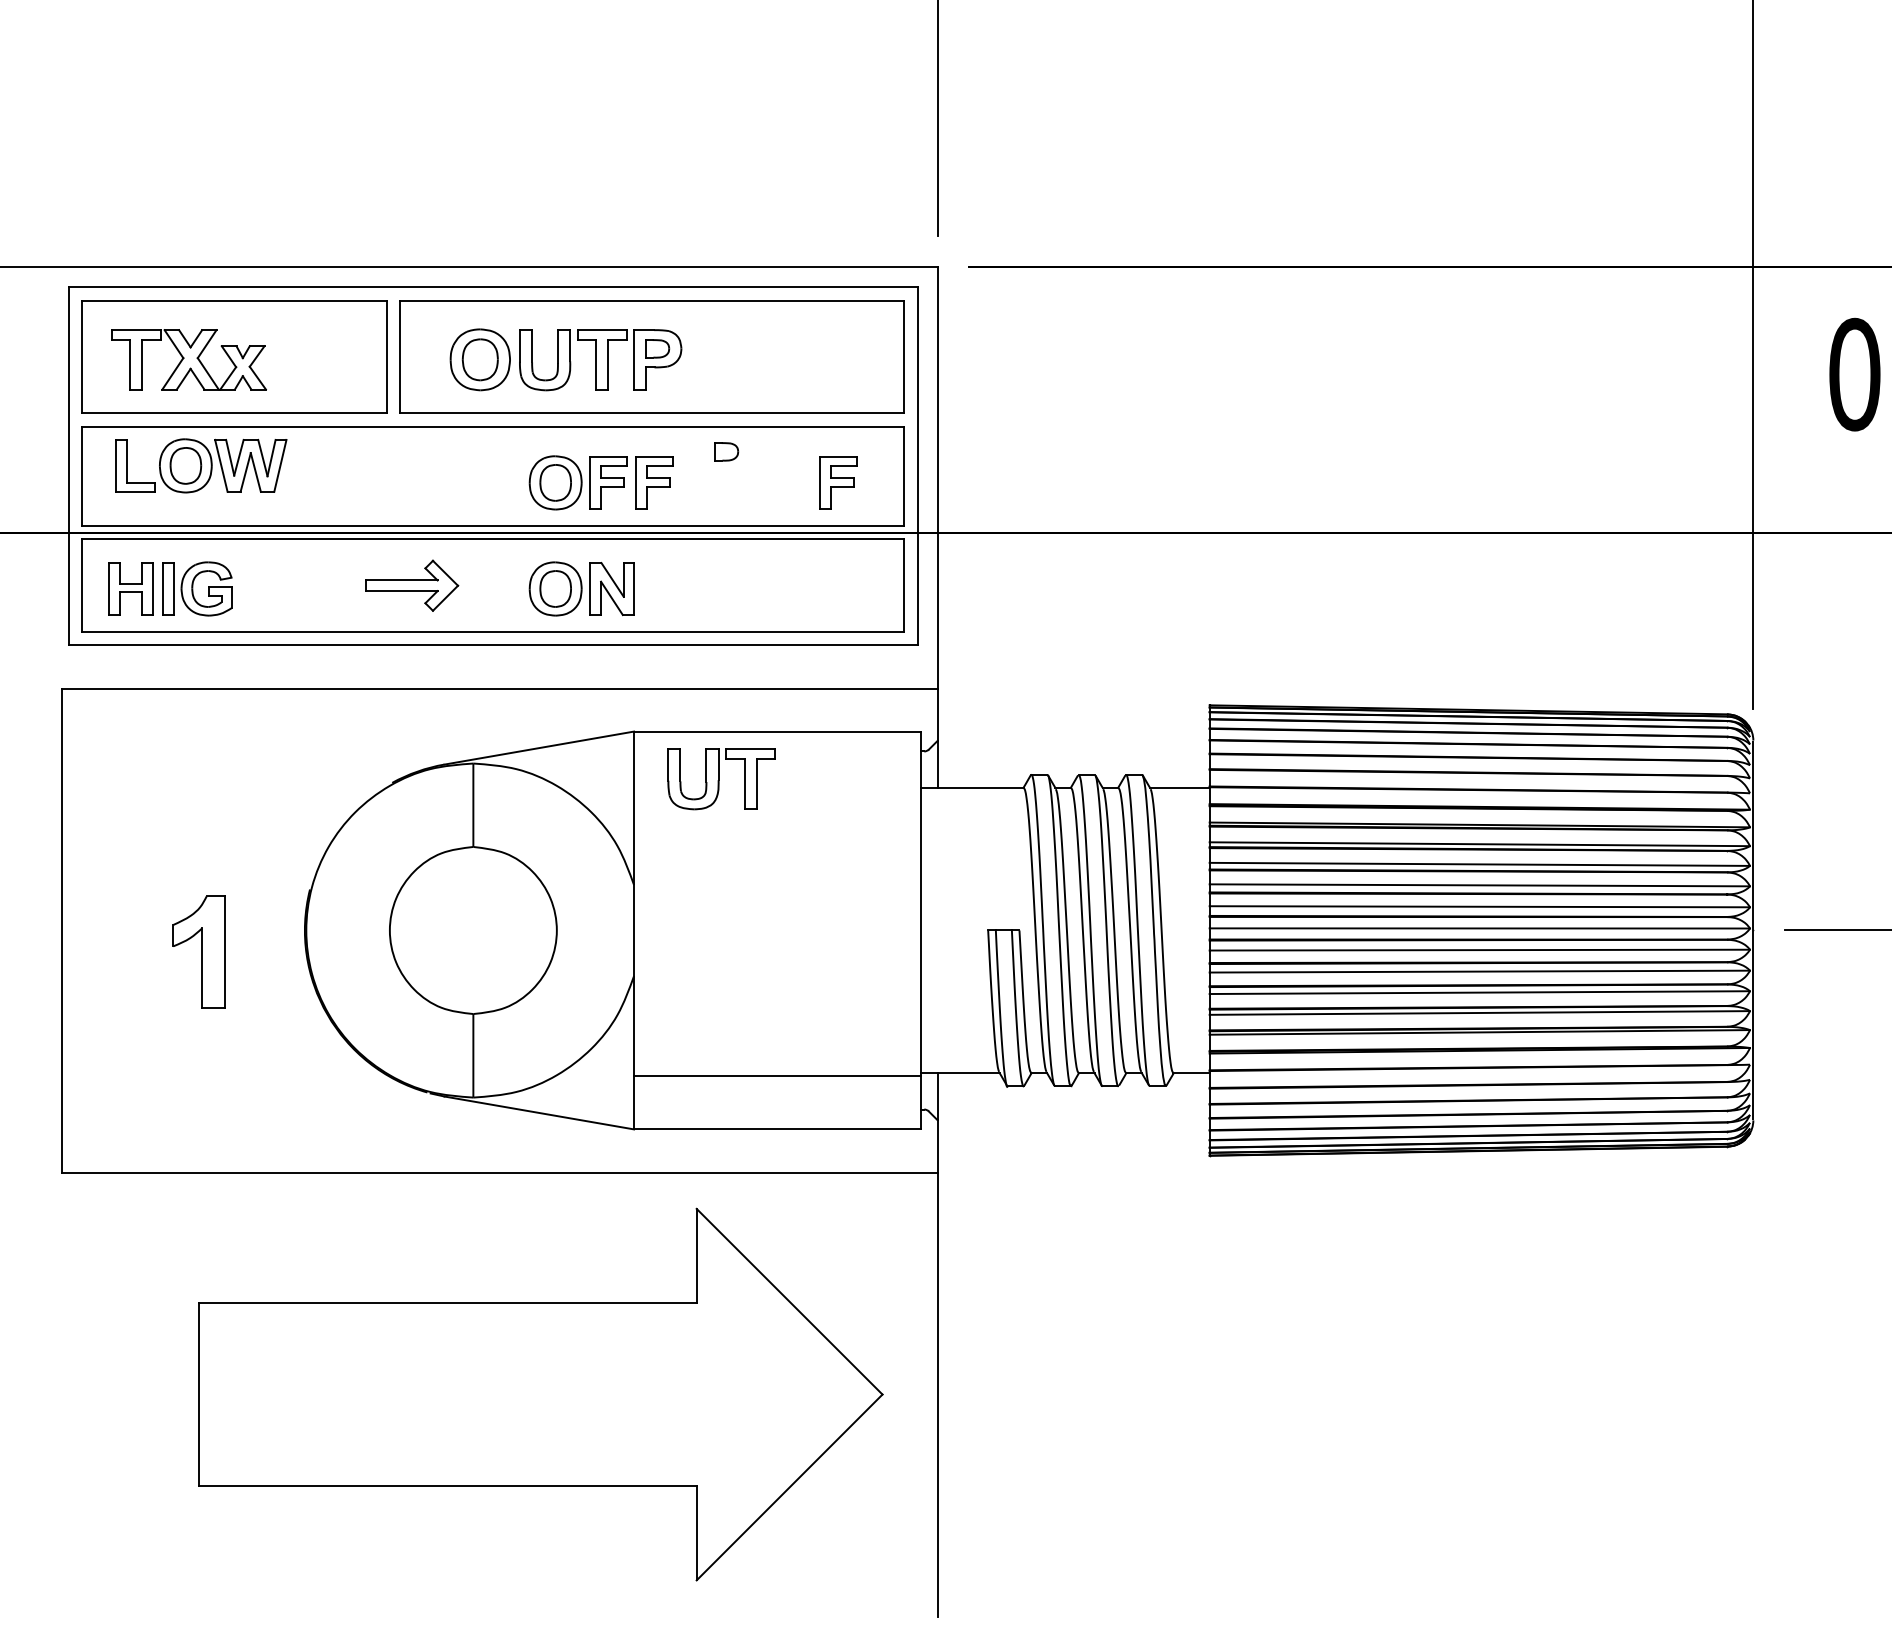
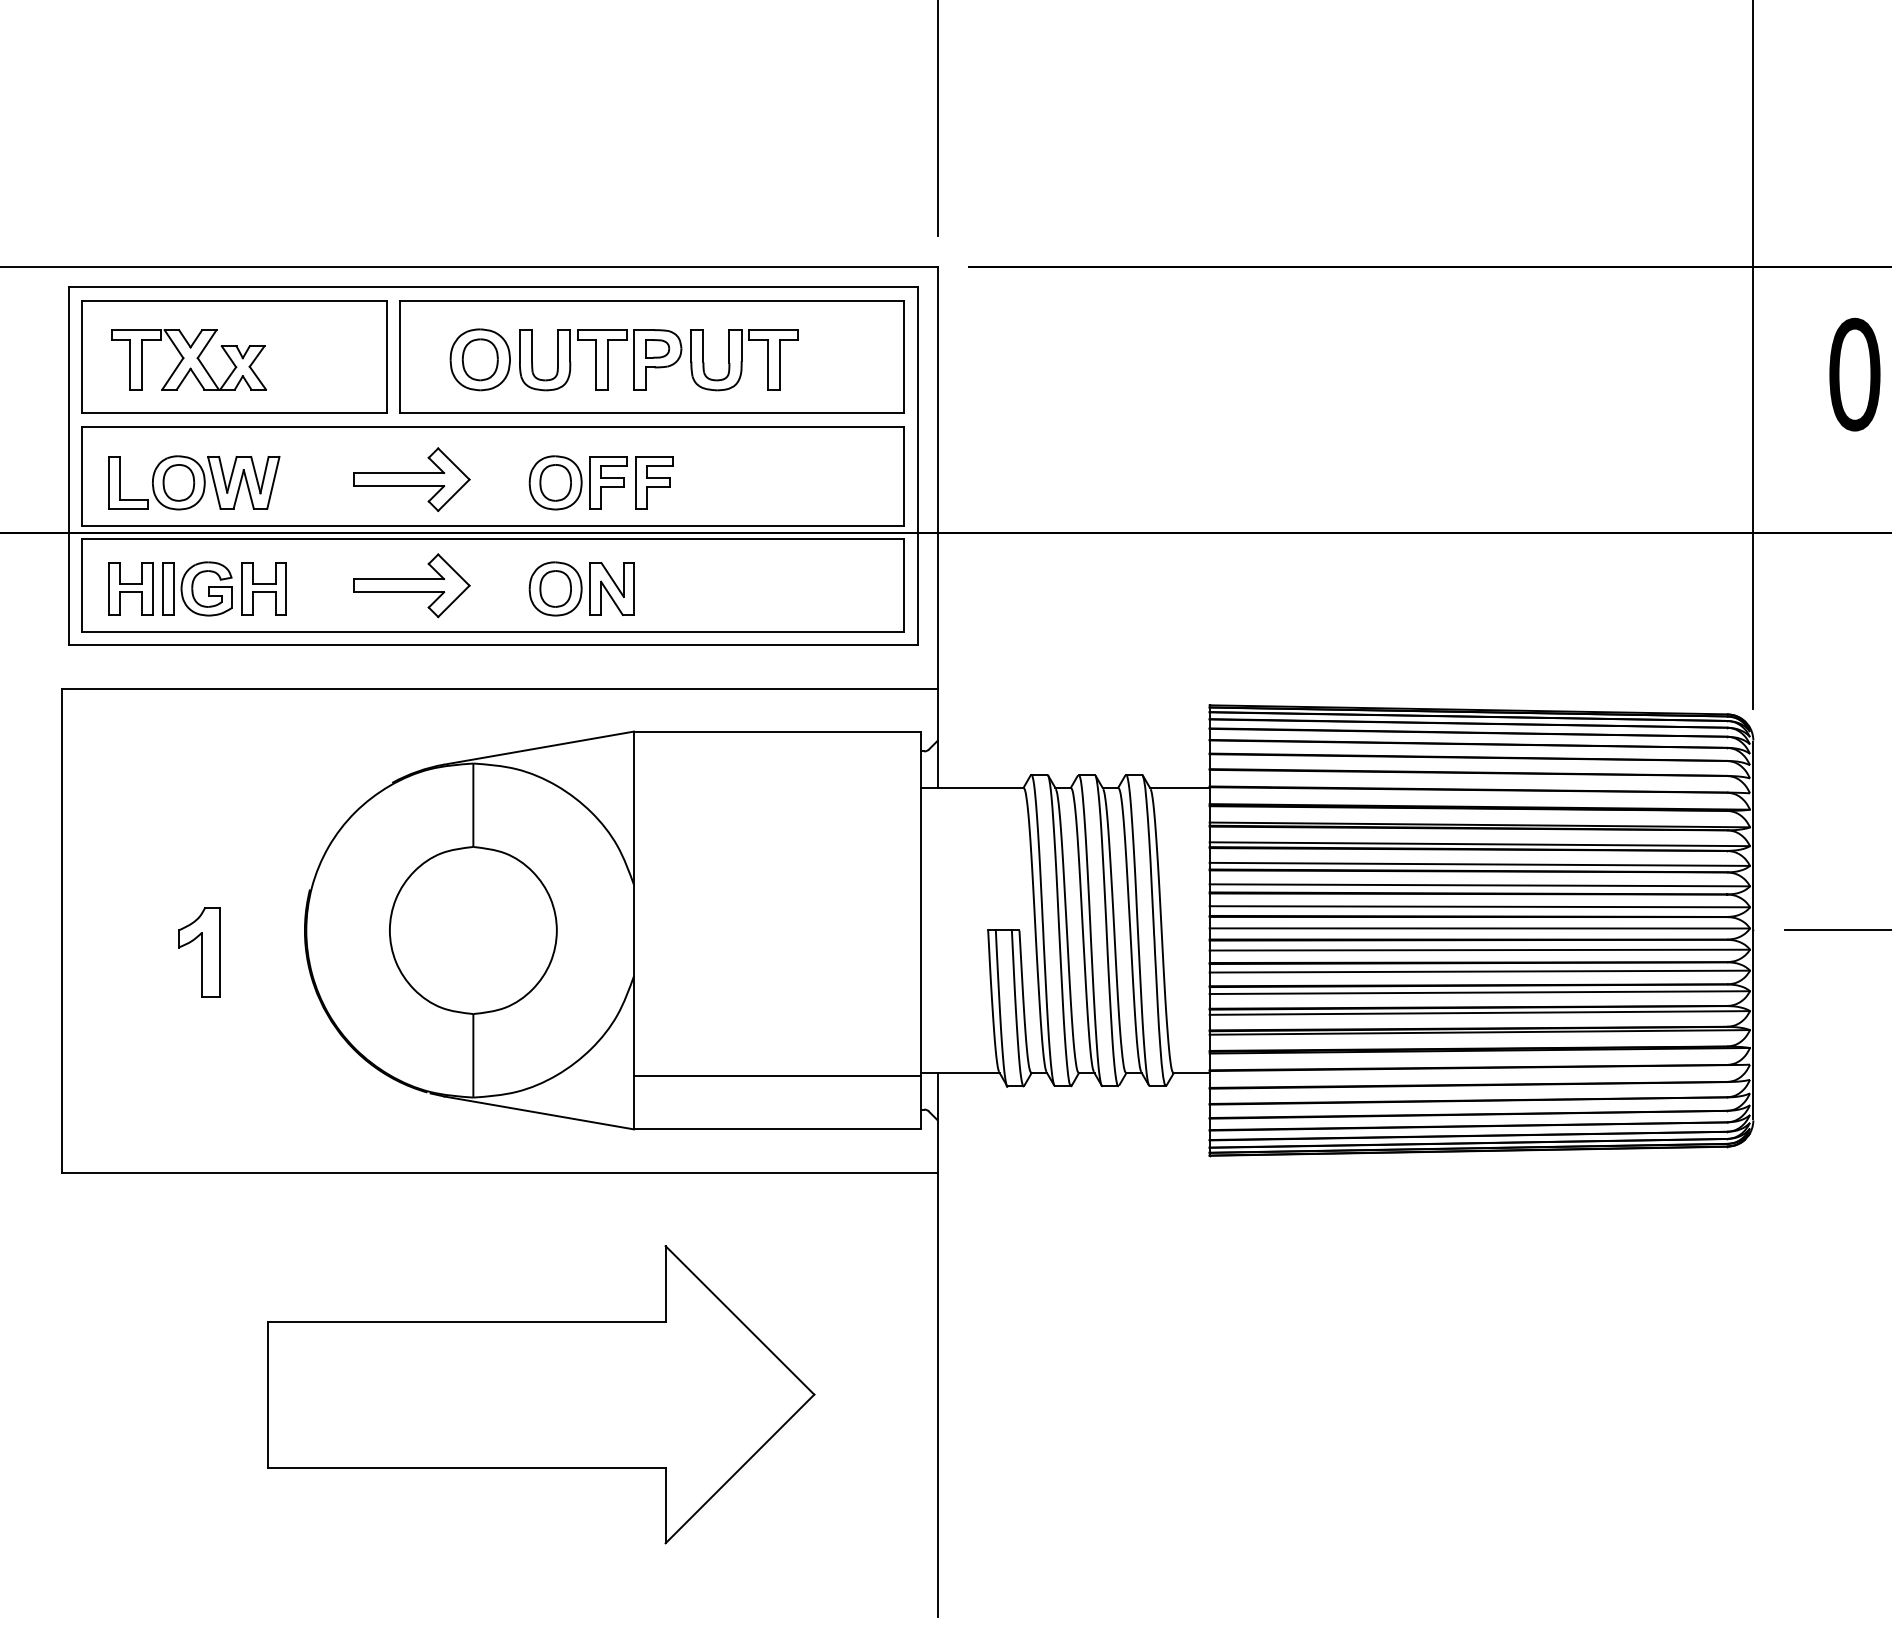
part at (726, 451): present -> none
part at (201, 465) position: (201, 465) -> (194, 482)
part at (411, 479): none -> present
part at (838, 482): present -> none
part at (412, 585) size: 95x53 px -> 118x66 px
part at (263, 588): none -> present
part at (721, 779) position: (721, 779) -> (744, 360)
part at (198, 951) size: 54x114 px -> 43x91 px
part at (540, 1394) size: 686x375 px -> 549x300 px
